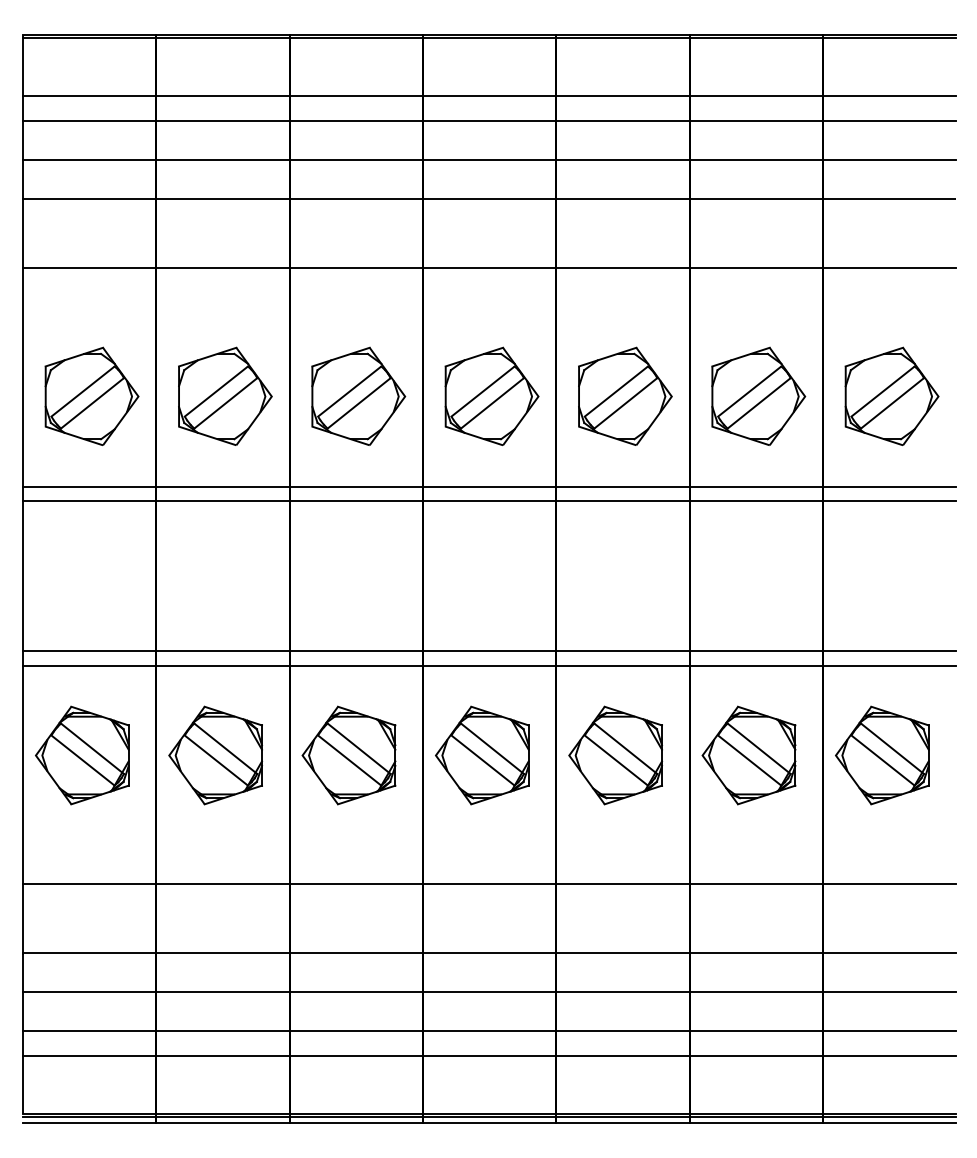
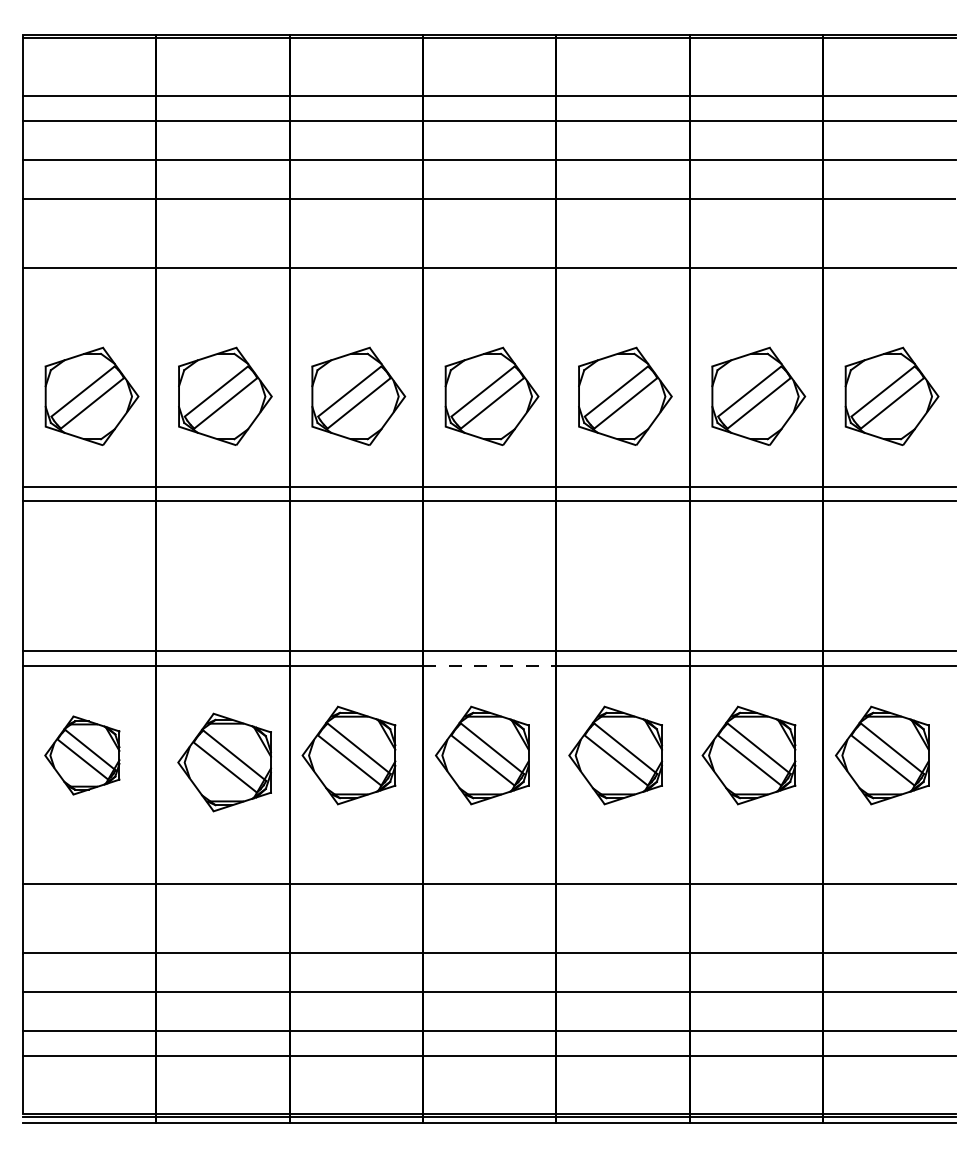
line at (489, 665): solid -> dashed
part at (82, 755) size: 95x101 px -> 77x81 px
part at (215, 755) position: (215, 755) -> (224, 762)
